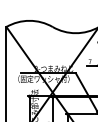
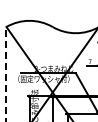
line at (6, 73): solid -> dashed
